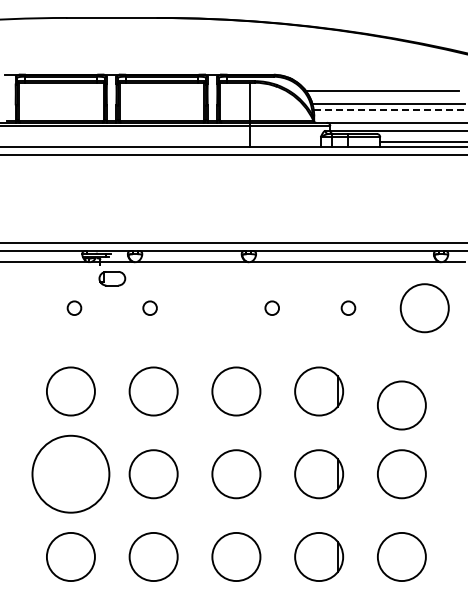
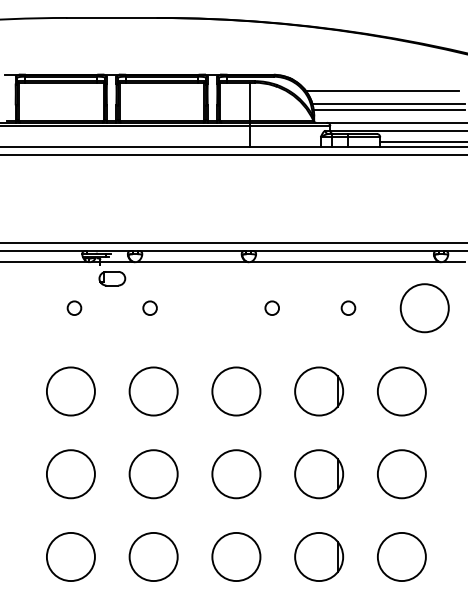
line at (389, 110): dashed -> solid
circle at (401, 405) position: (401, 405) -> (401, 391)
circle at (70, 473) diameter: 77 px -> 48 px
